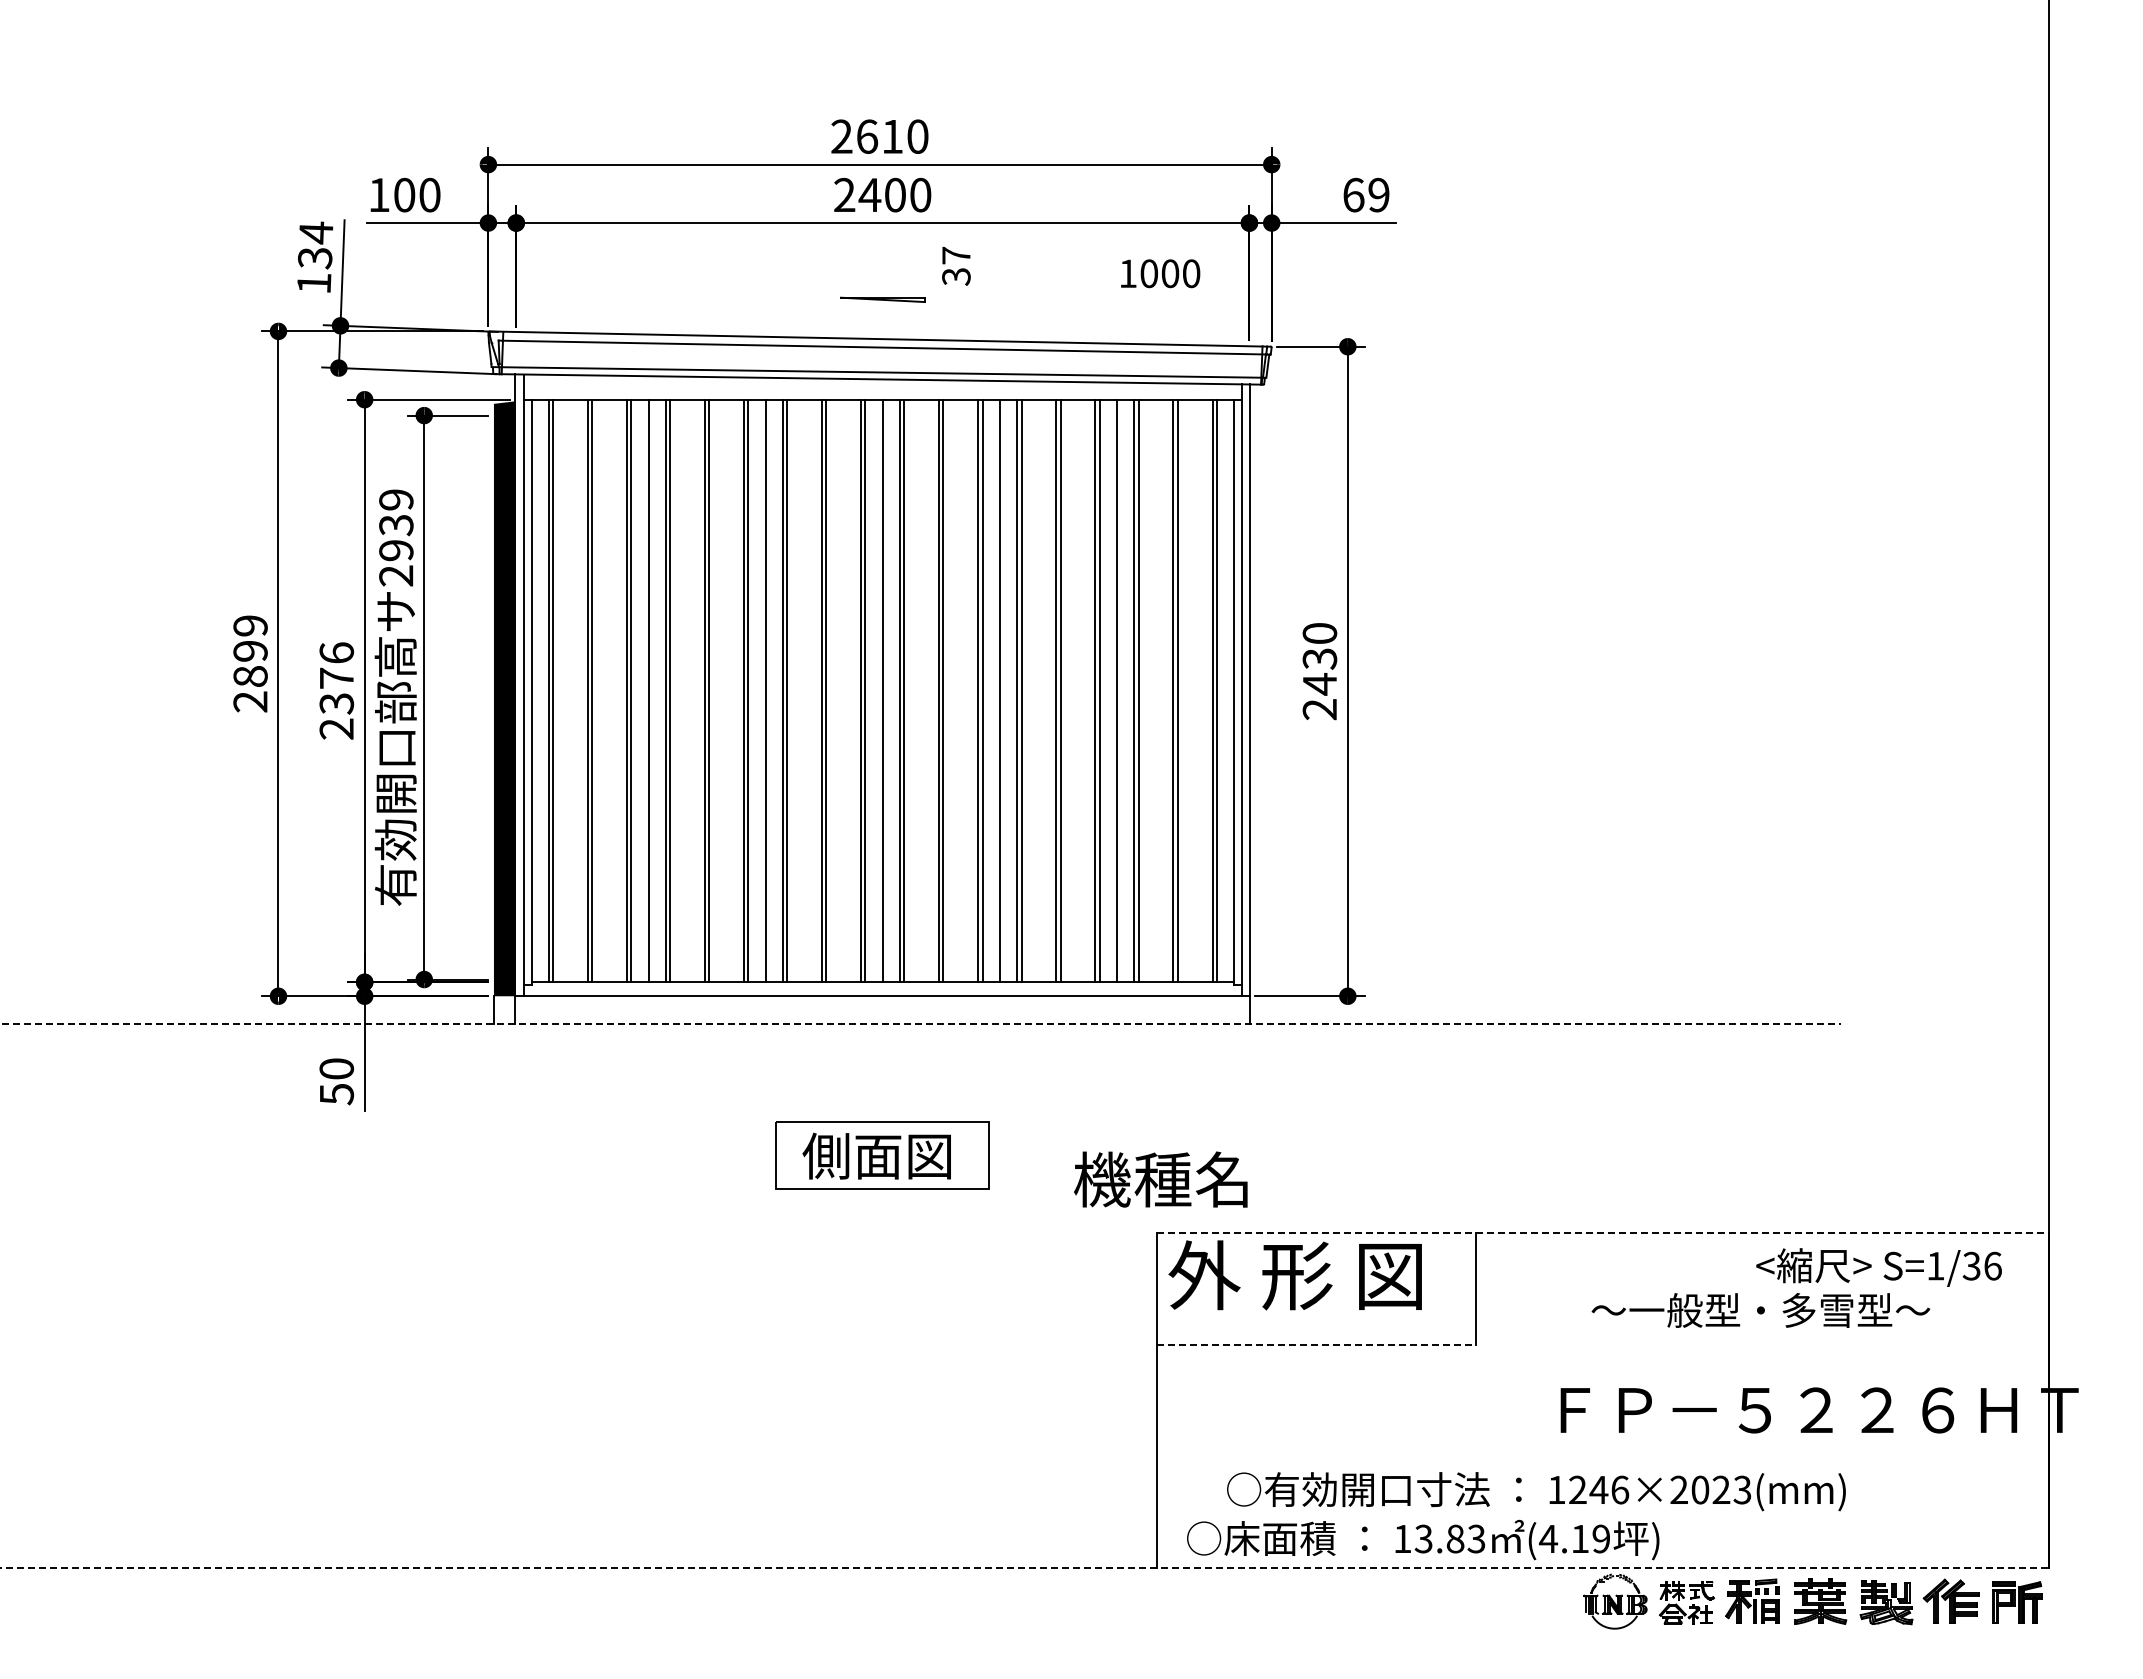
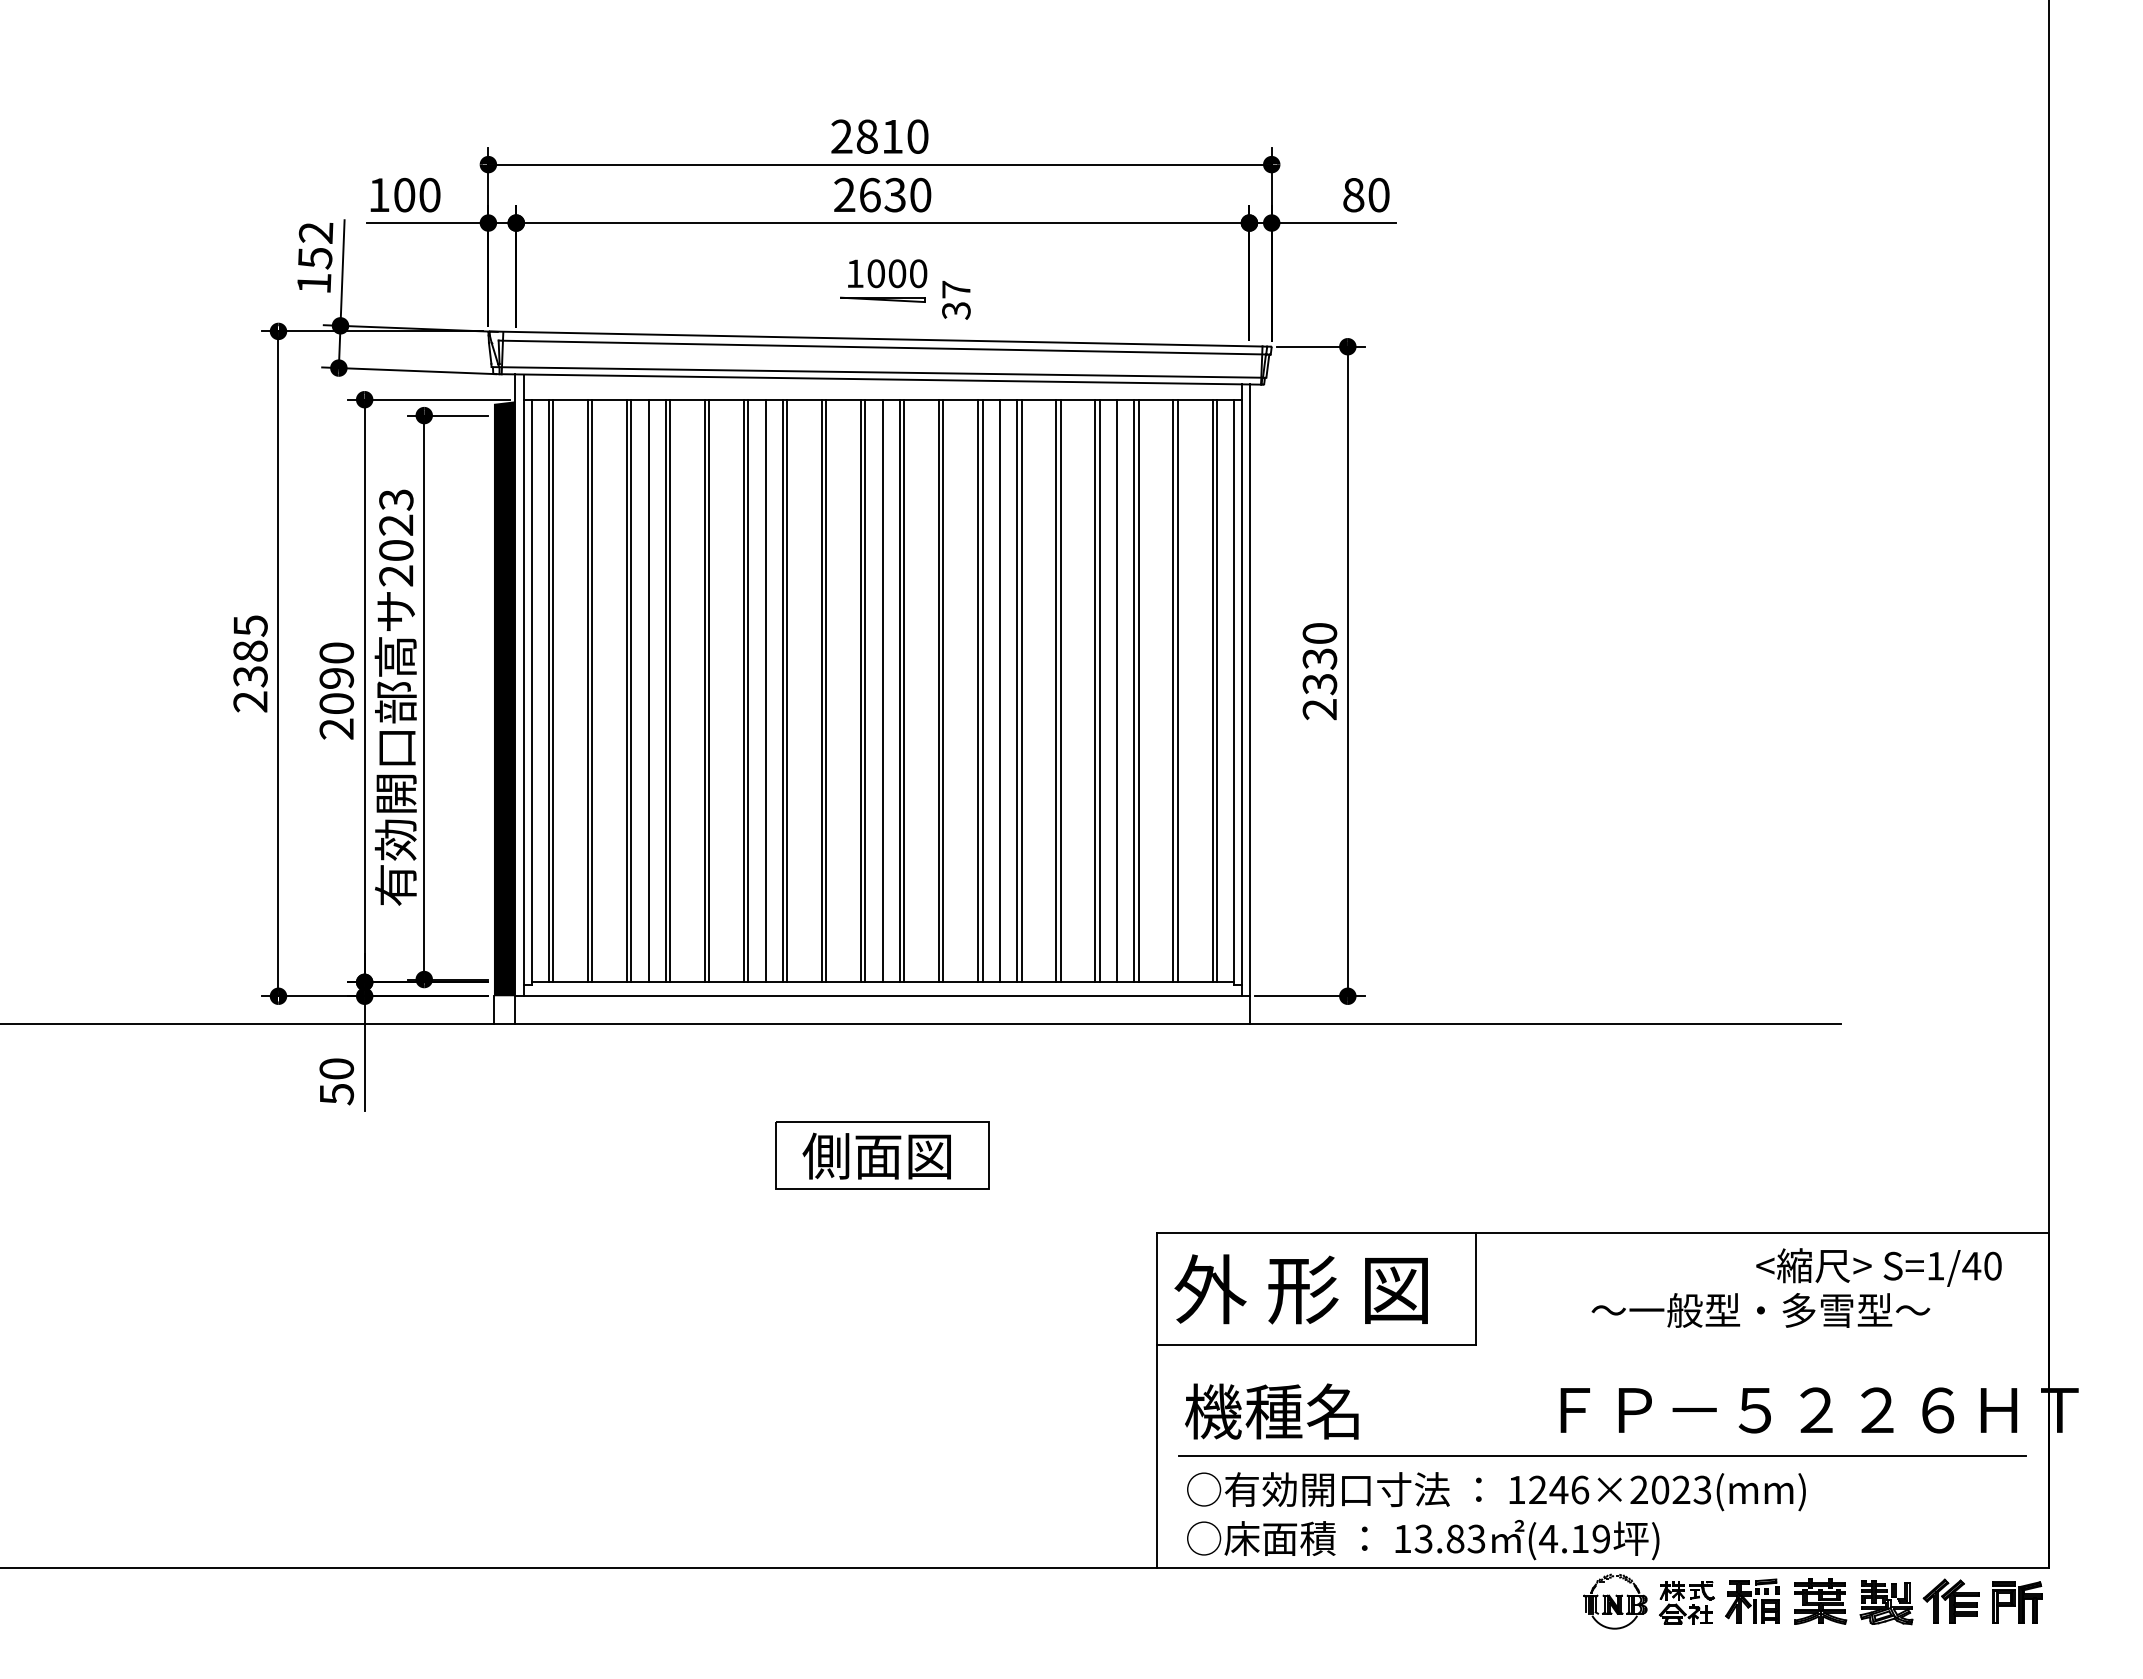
text at (867, 136): 2610 -> 2810
text at (881, 194): 2400 -> 2630
text at (1366, 194): 69 -> 80
text at (315, 245): 134 -> 152
text at (956, 265) position: (956, 265) -> (956, 299)
text at (1160, 273) position: (1160, 273) -> (887, 273)
text at (396, 525): 2939 -> 2023
text at (250, 651): 2899 -> 2385
text at (336, 678): 2376 -> 2090
text at (1319, 684): 2430 -> 2330
line at (921, 1024): dashed -> solid
text at (1160, 1179) position: (1160, 1179) -> (1271, 1411)
line at (1603, 1233): dashed -> solid
text at (1981, 1265): S=1/36 -> S=1/40
text at (1294, 1275) position: (1294, 1275) -> (1300, 1289)
line at (1316, 1344): dashed -> solid
line at (1602, 1456): none -> present
text at (1536, 1491) position: (1536, 1491) -> (1496, 1491)
line at (1024, 1567): dashed -> solid
